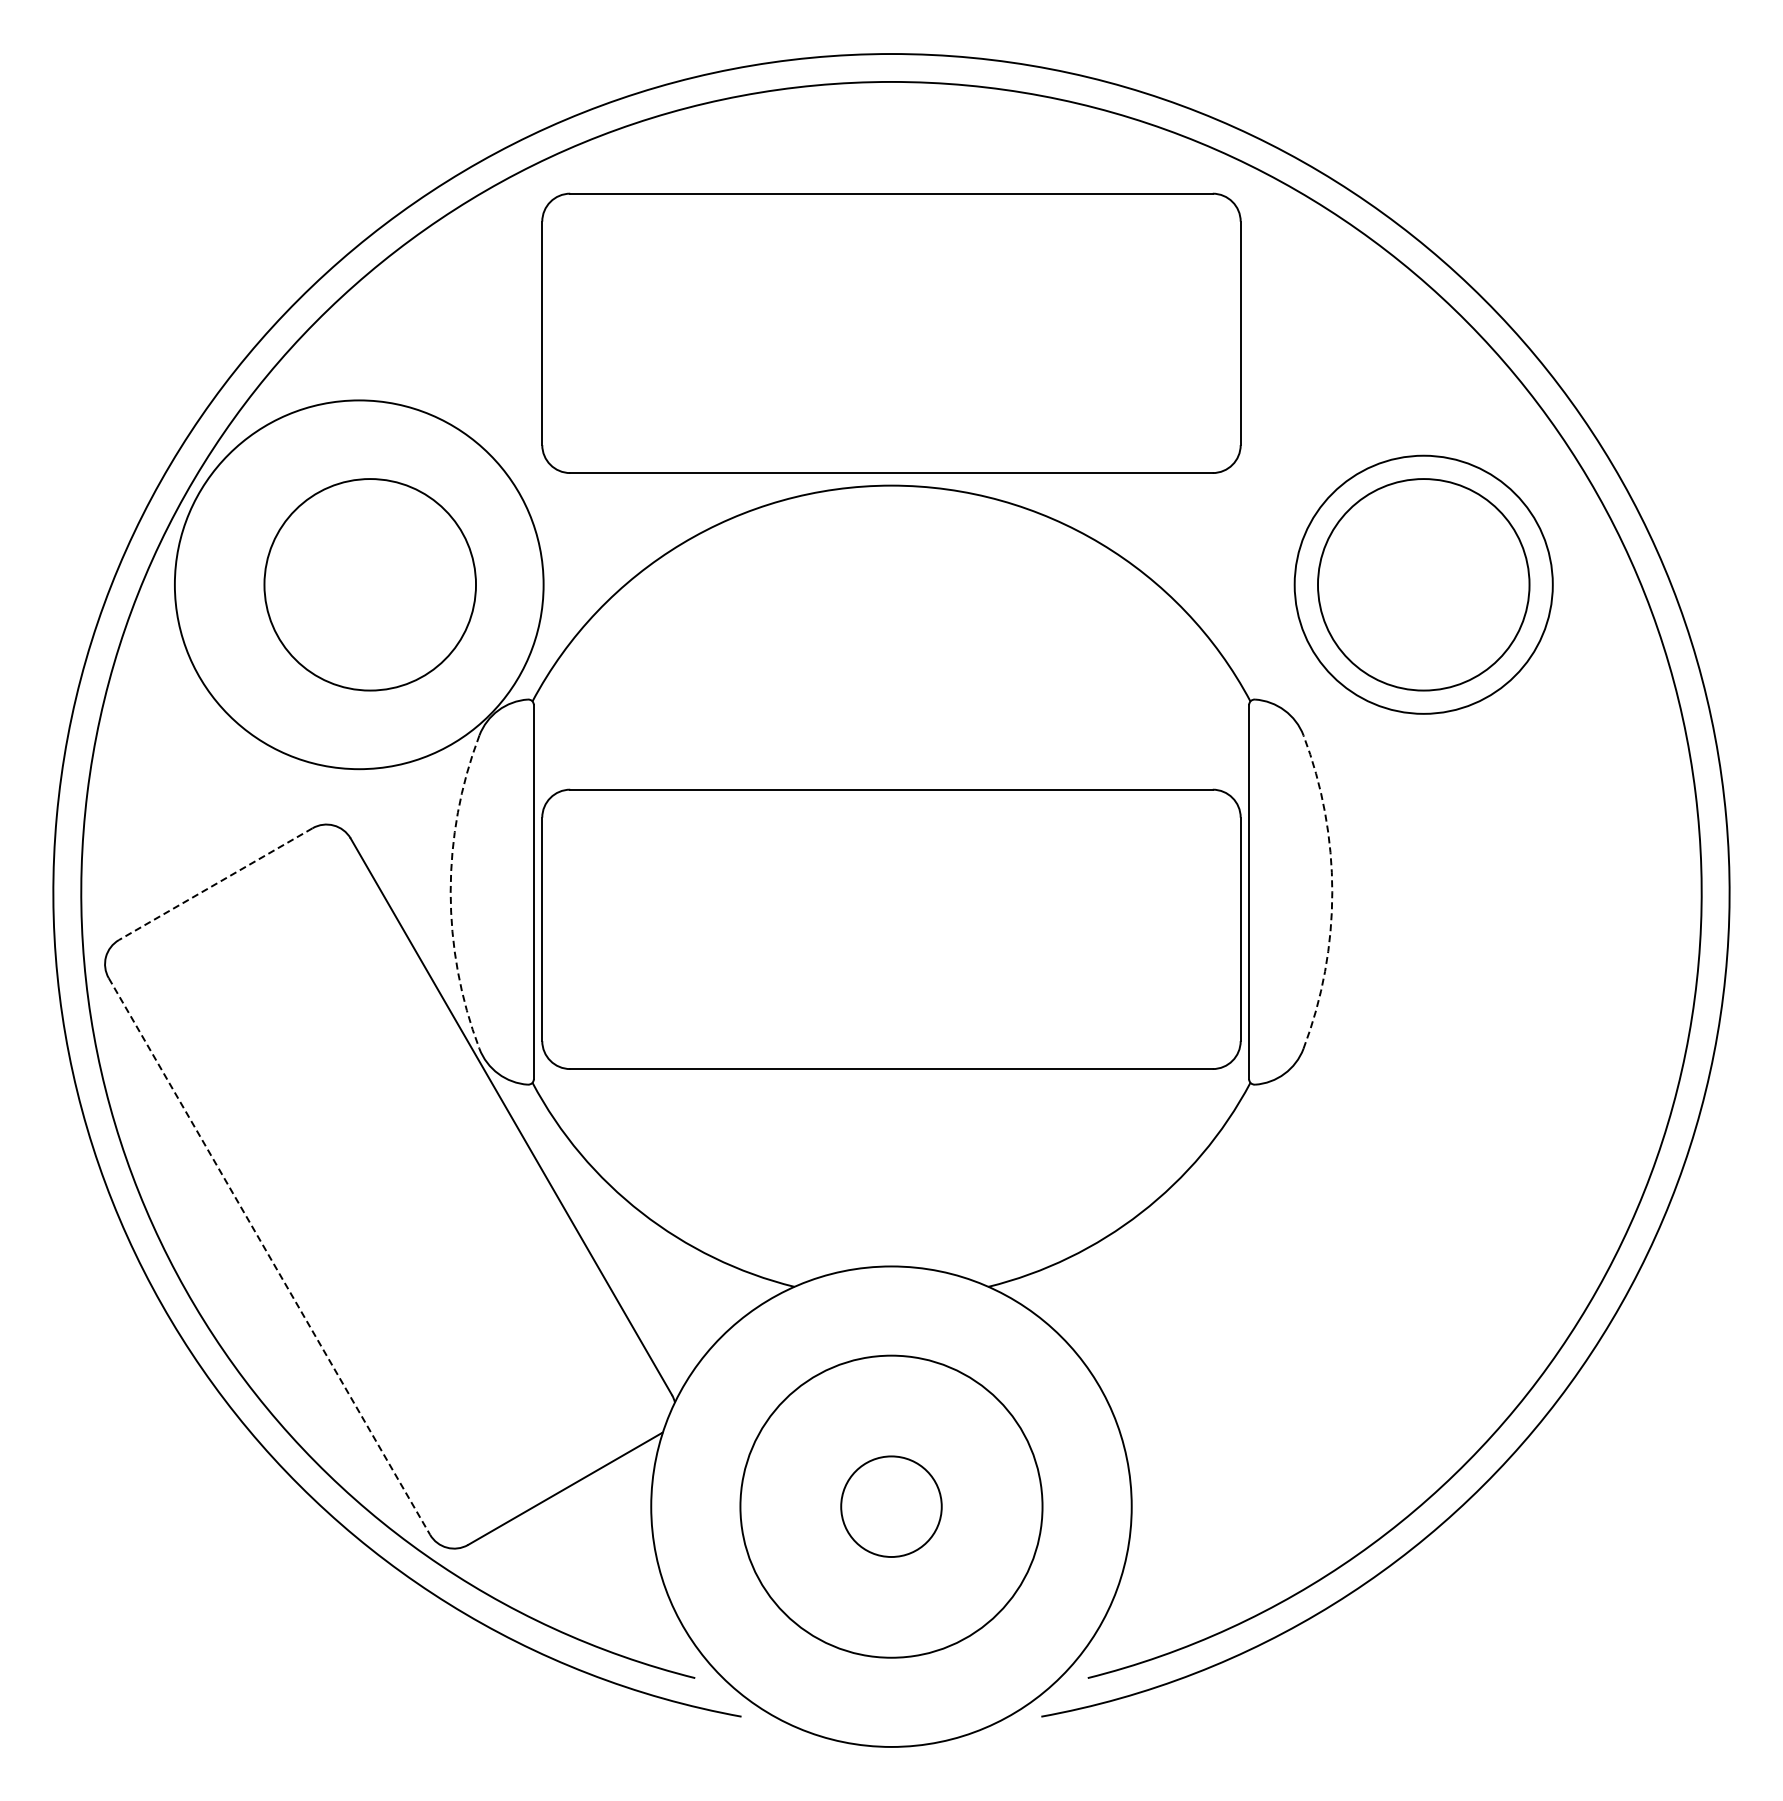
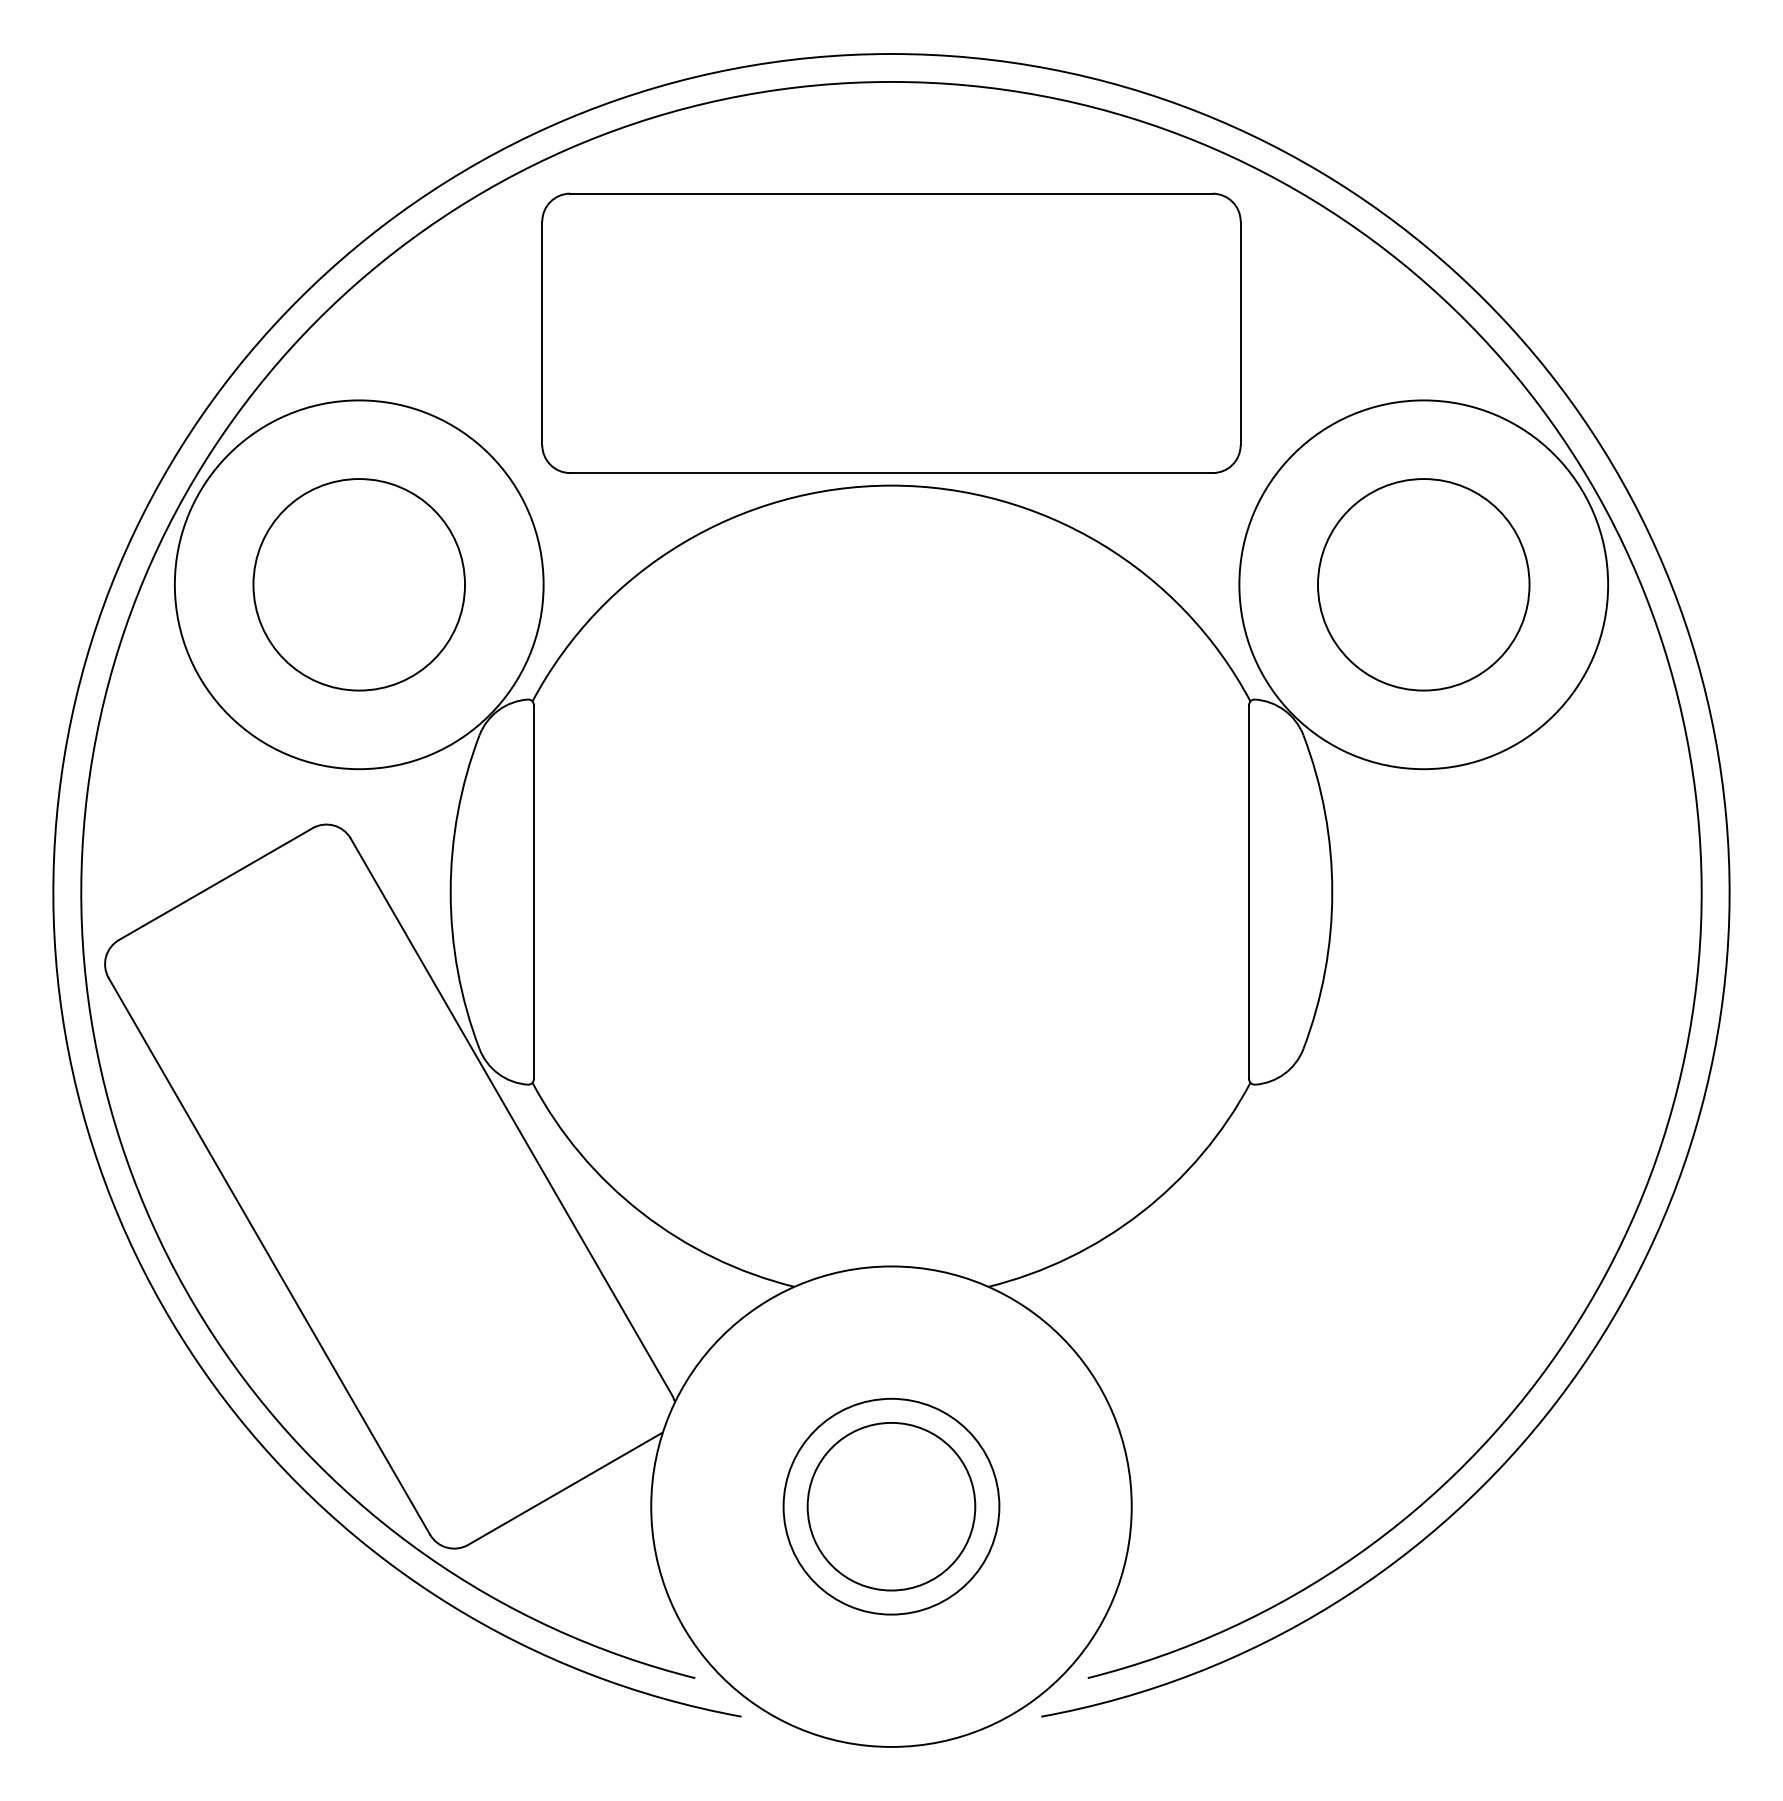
circle at (369, 584) position: (369, 584) -> (358, 584)
circle at (1423, 584) diameter: 258 px -> 369 px
line at (215, 884): dashed -> solid
arc at (450, 892): dashed -> solid
arc at (1332, 892): dashed -> solid
part at (891, 928): present -> none
line at (269, 1256): dashed -> solid
circle at (891, 1506) diameter: 101 px -> 168 px
circle at (891, 1506) diameter: 302 px -> 216 px
